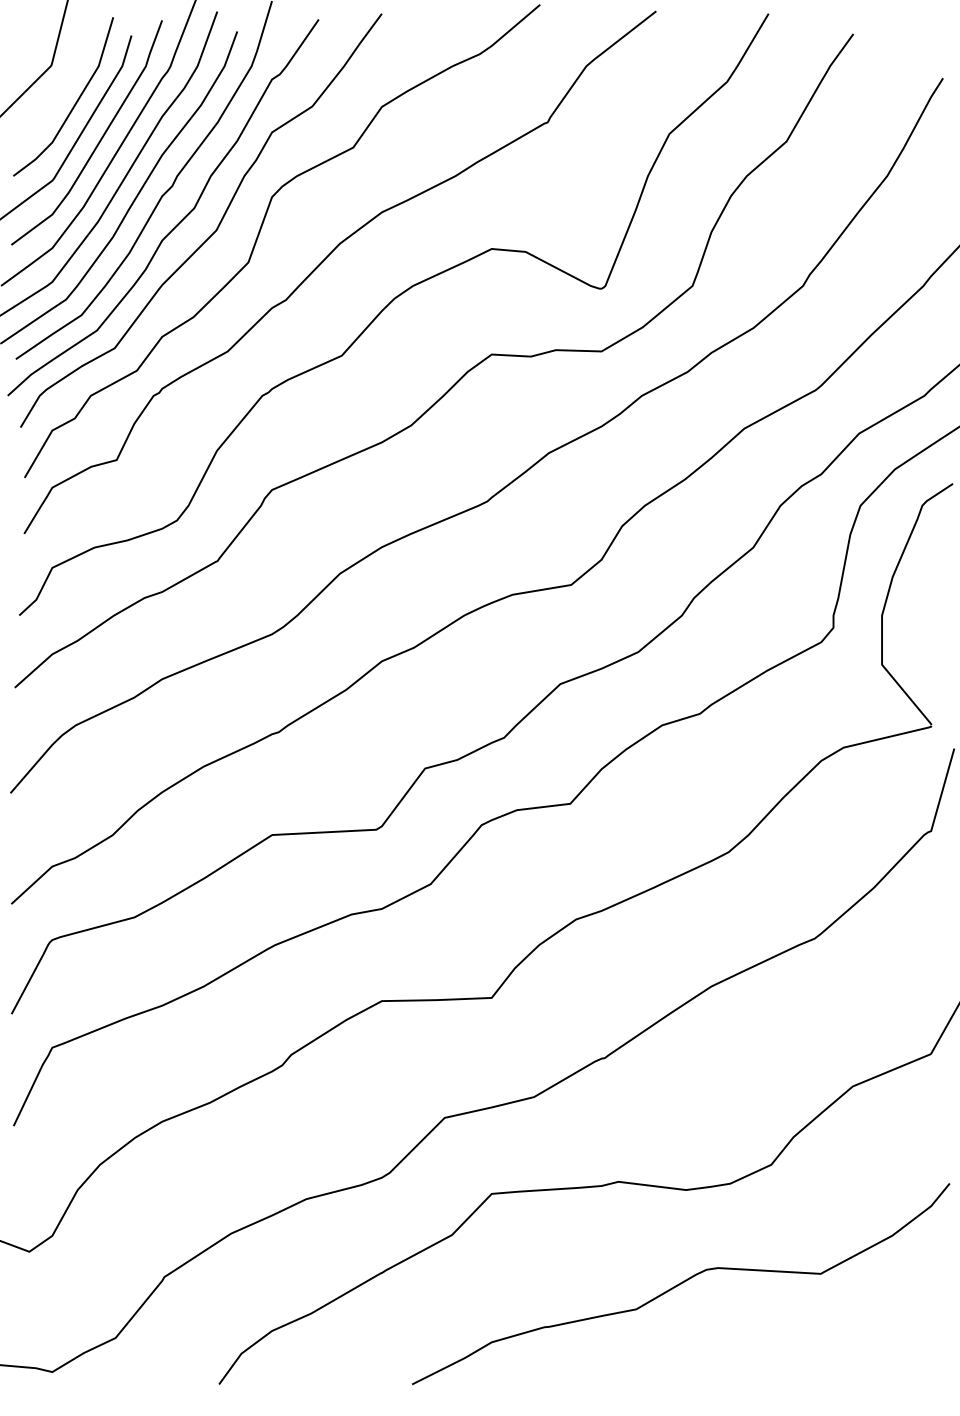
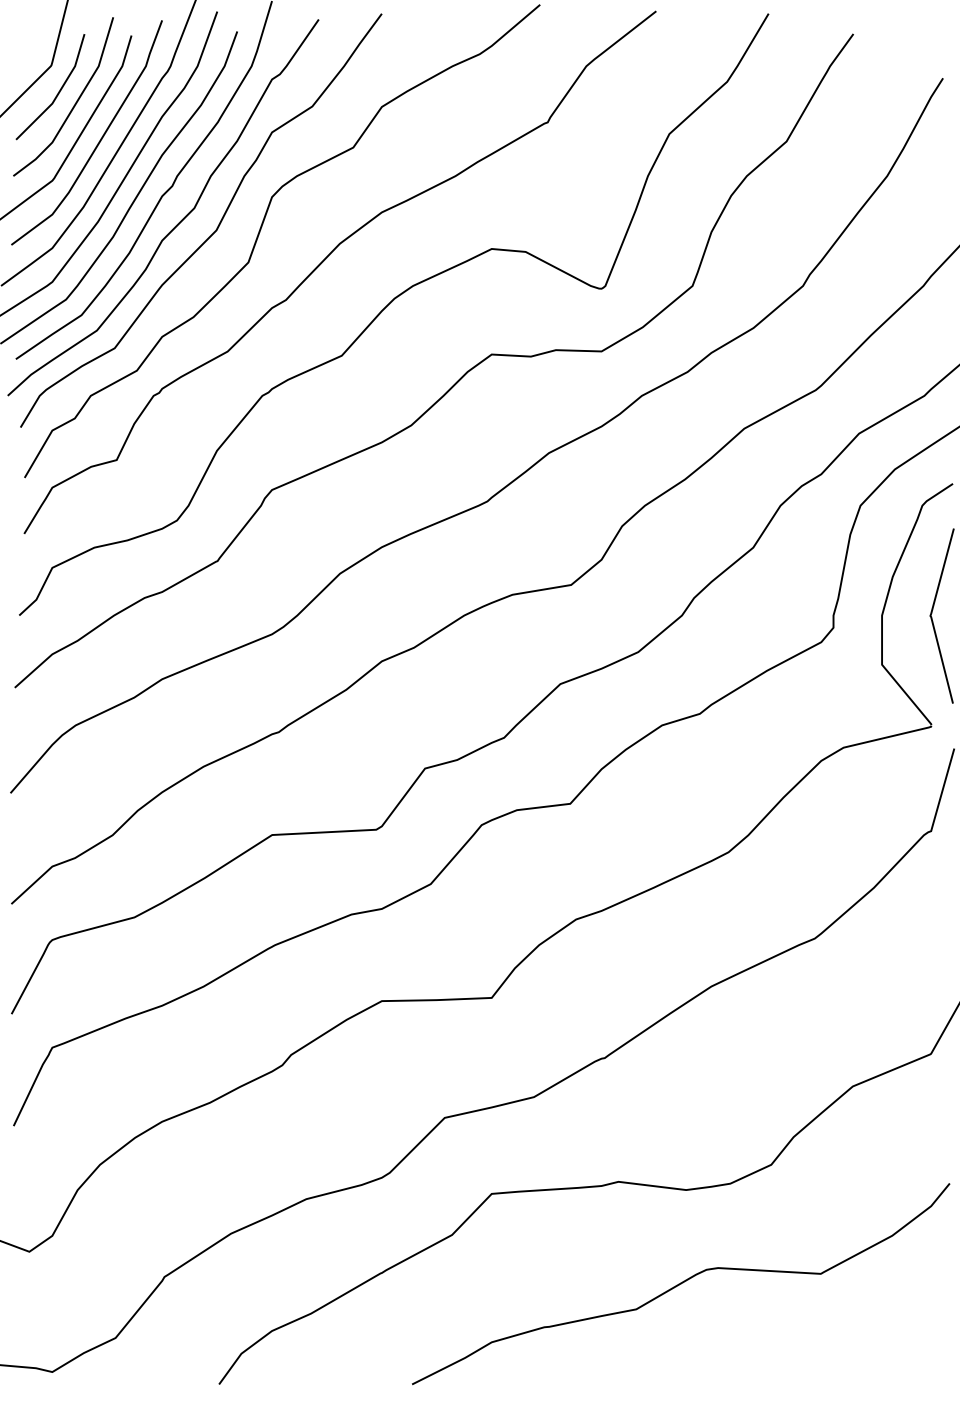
line at (58, 91): none -> present
curve at (932, 613): none -> present
